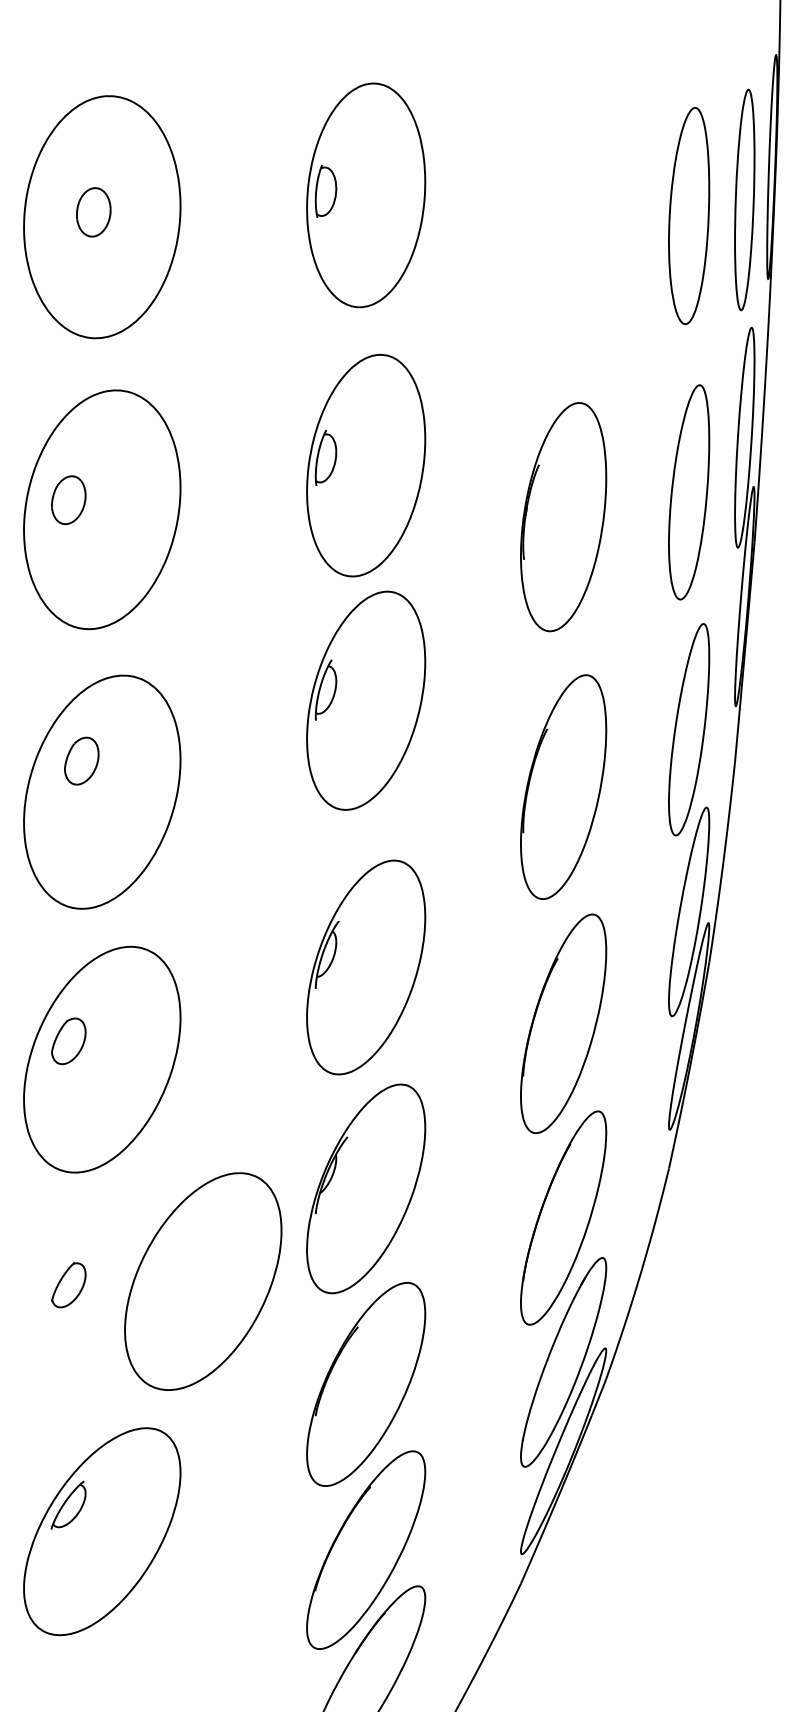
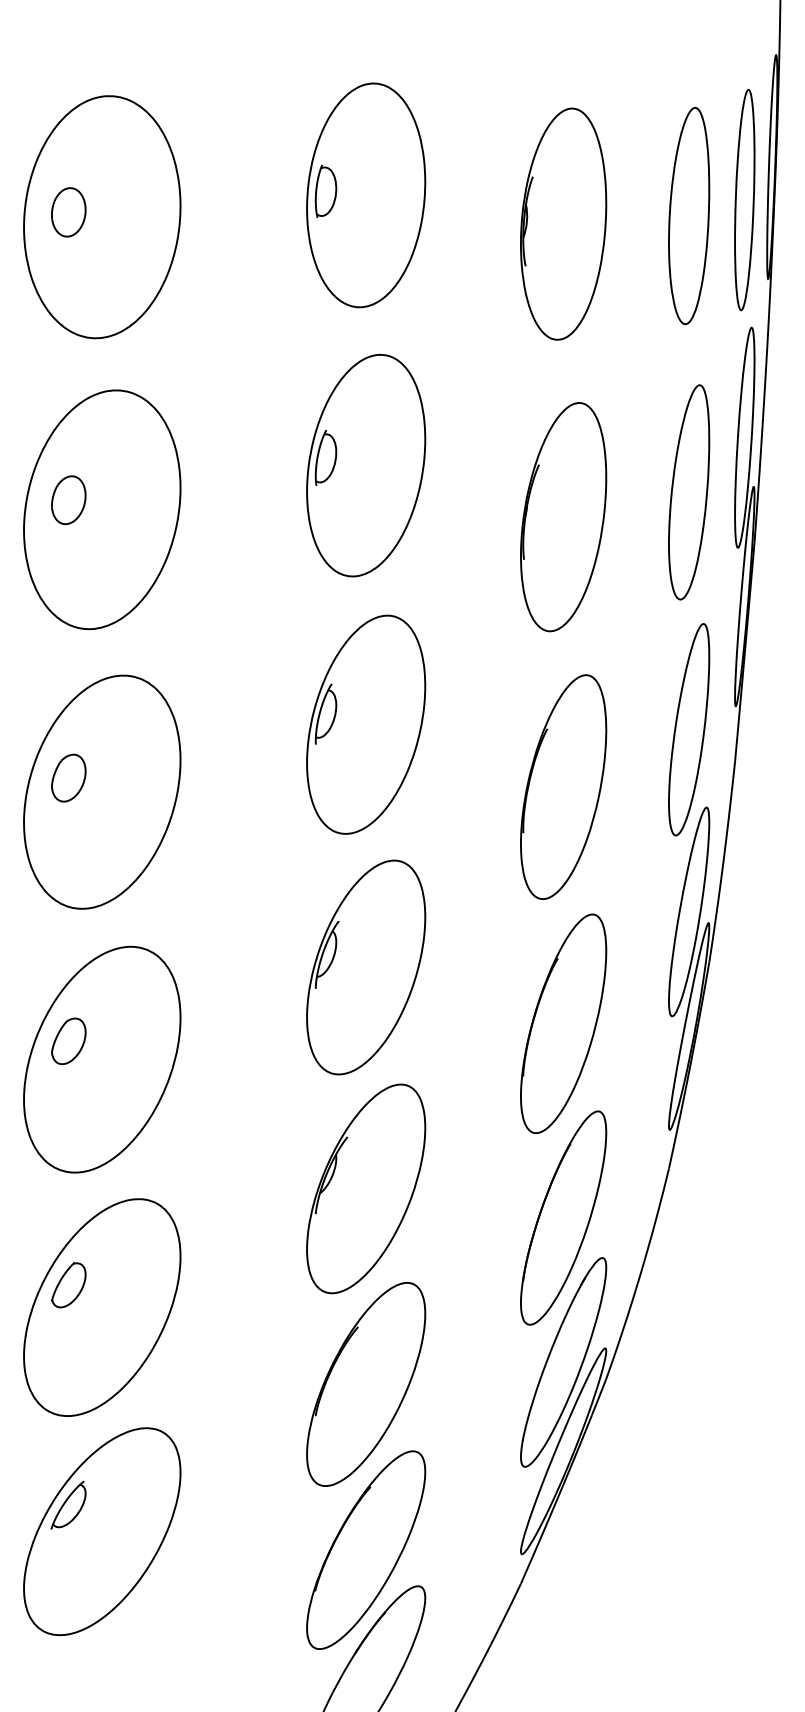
part at (93, 212) position: (93, 212) -> (68, 212)
part at (563, 223): none -> present
part at (366, 700) position: (366, 700) -> (366, 724)
part at (81, 760) position: (81, 760) -> (68, 777)
part at (203, 1281) position: (203, 1281) -> (102, 1307)
